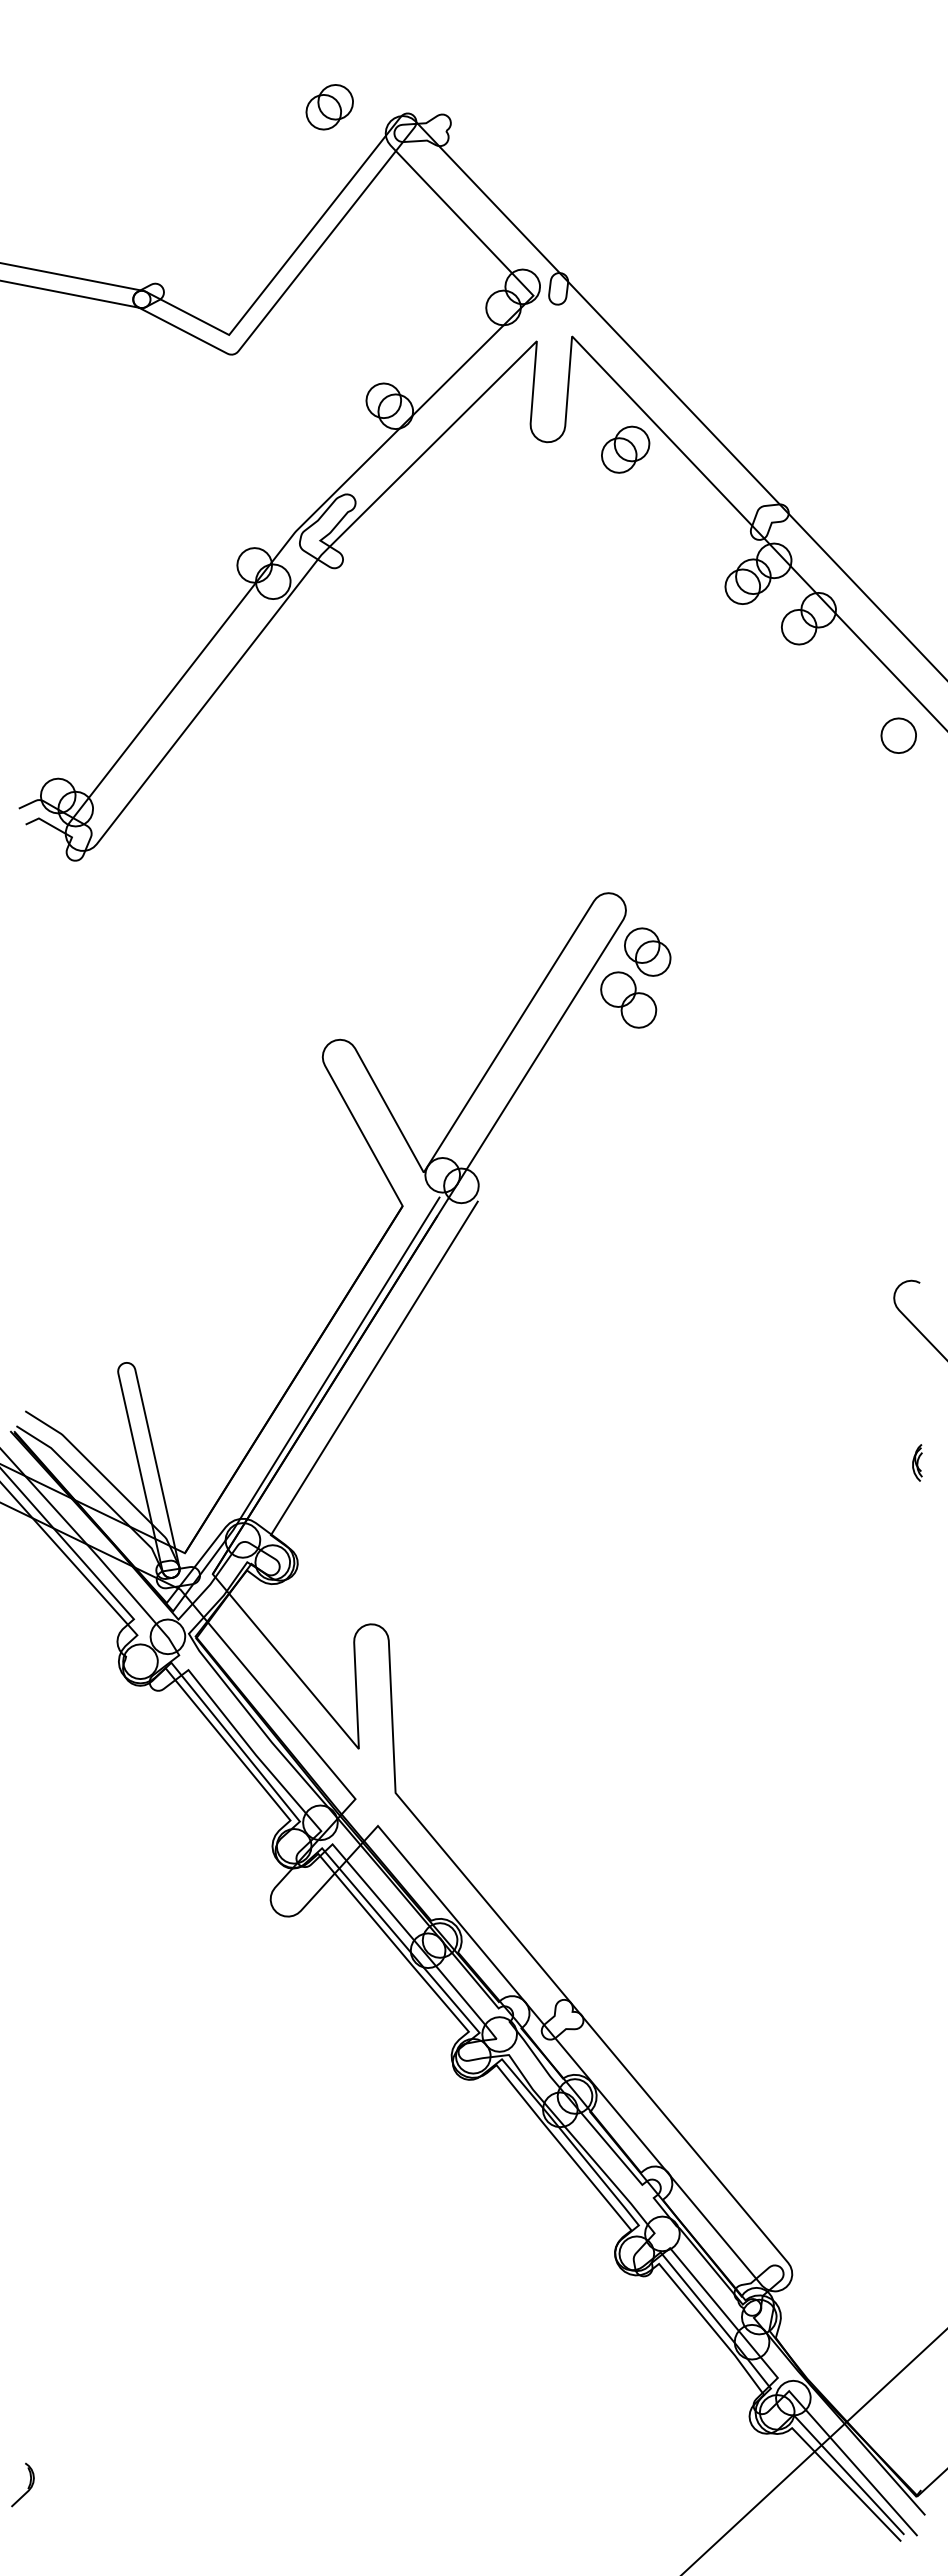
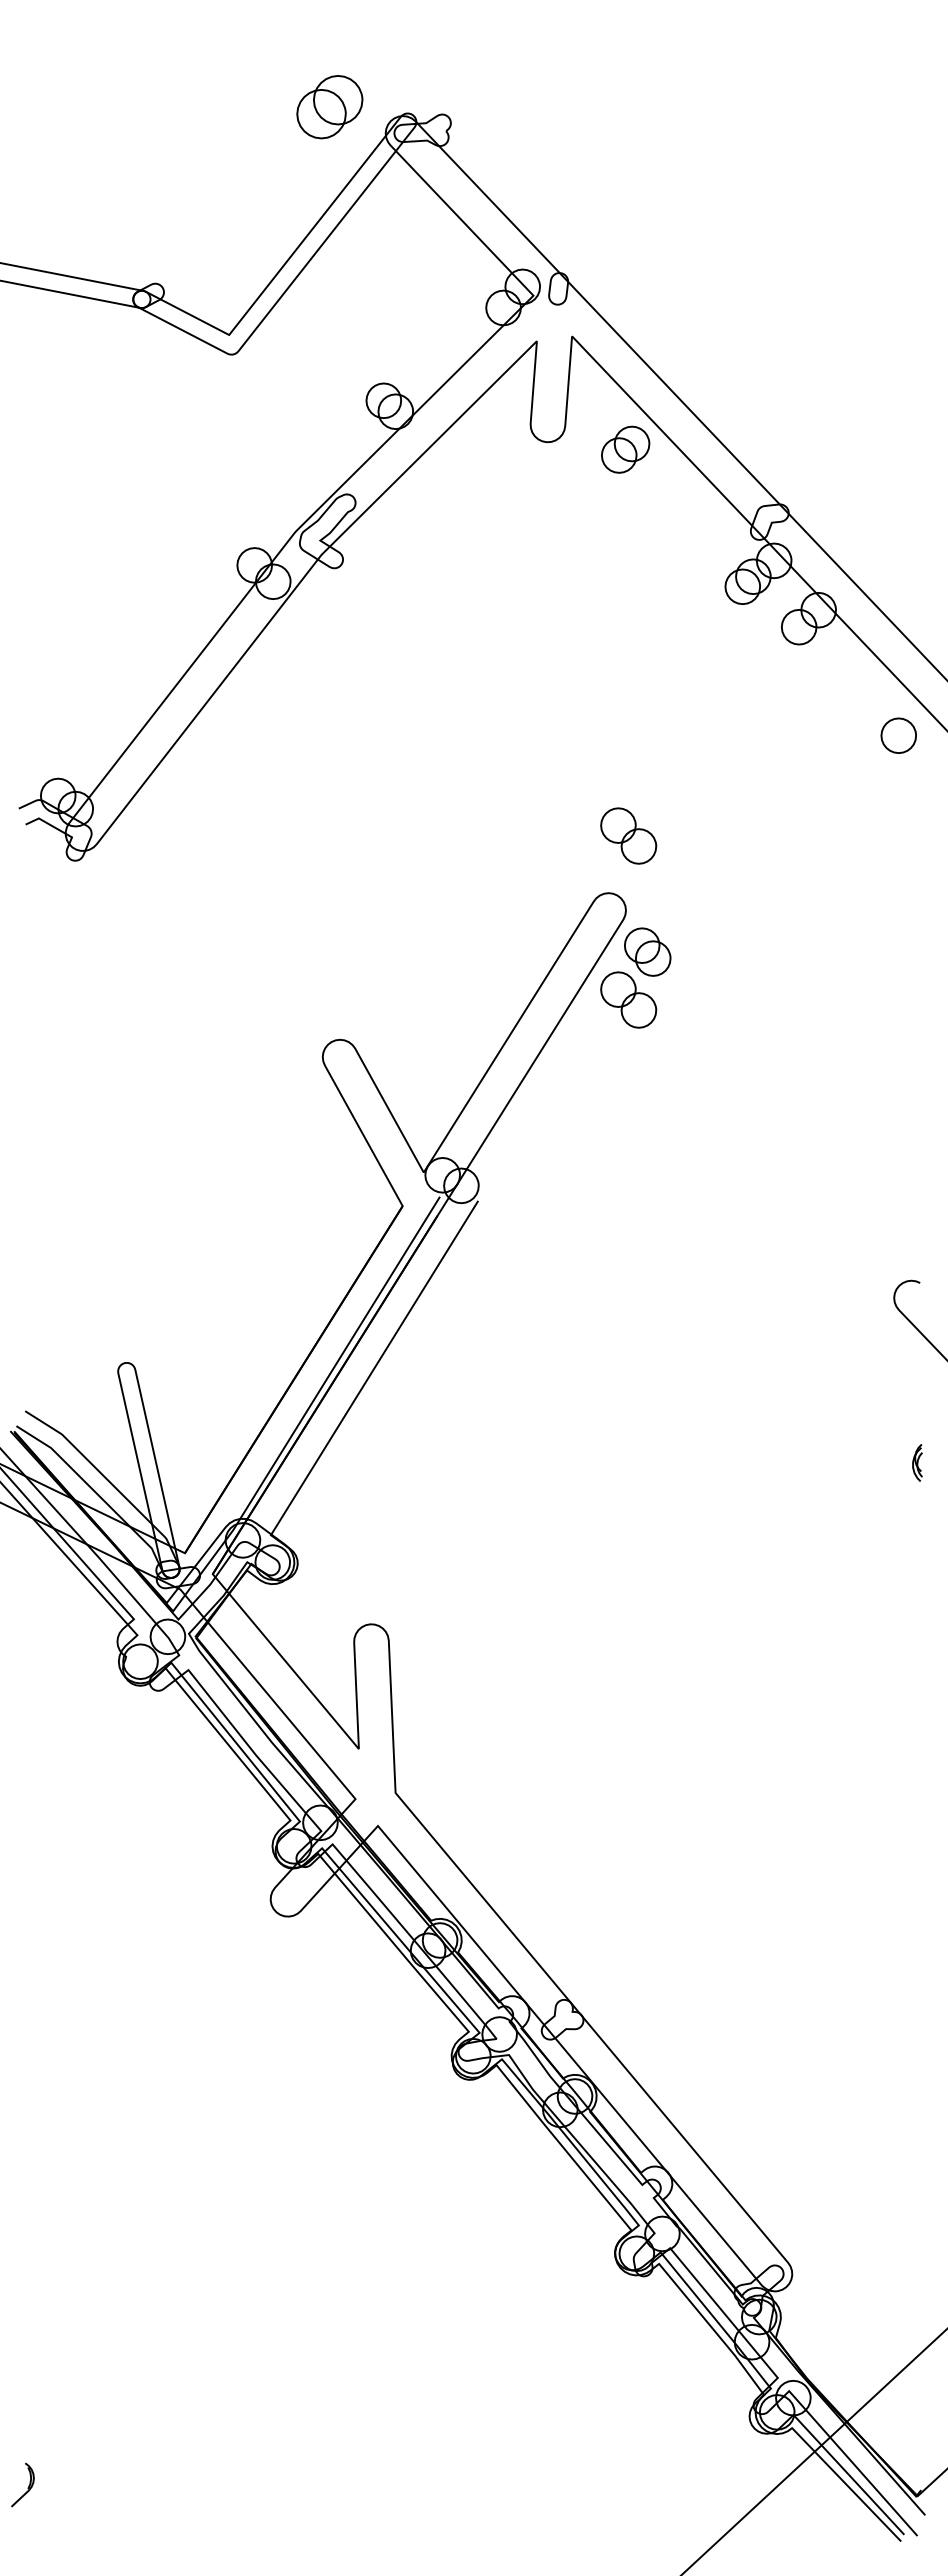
part at (329, 107) size: 49x47 px -> 68x65 px
part at (628, 835): none -> present
